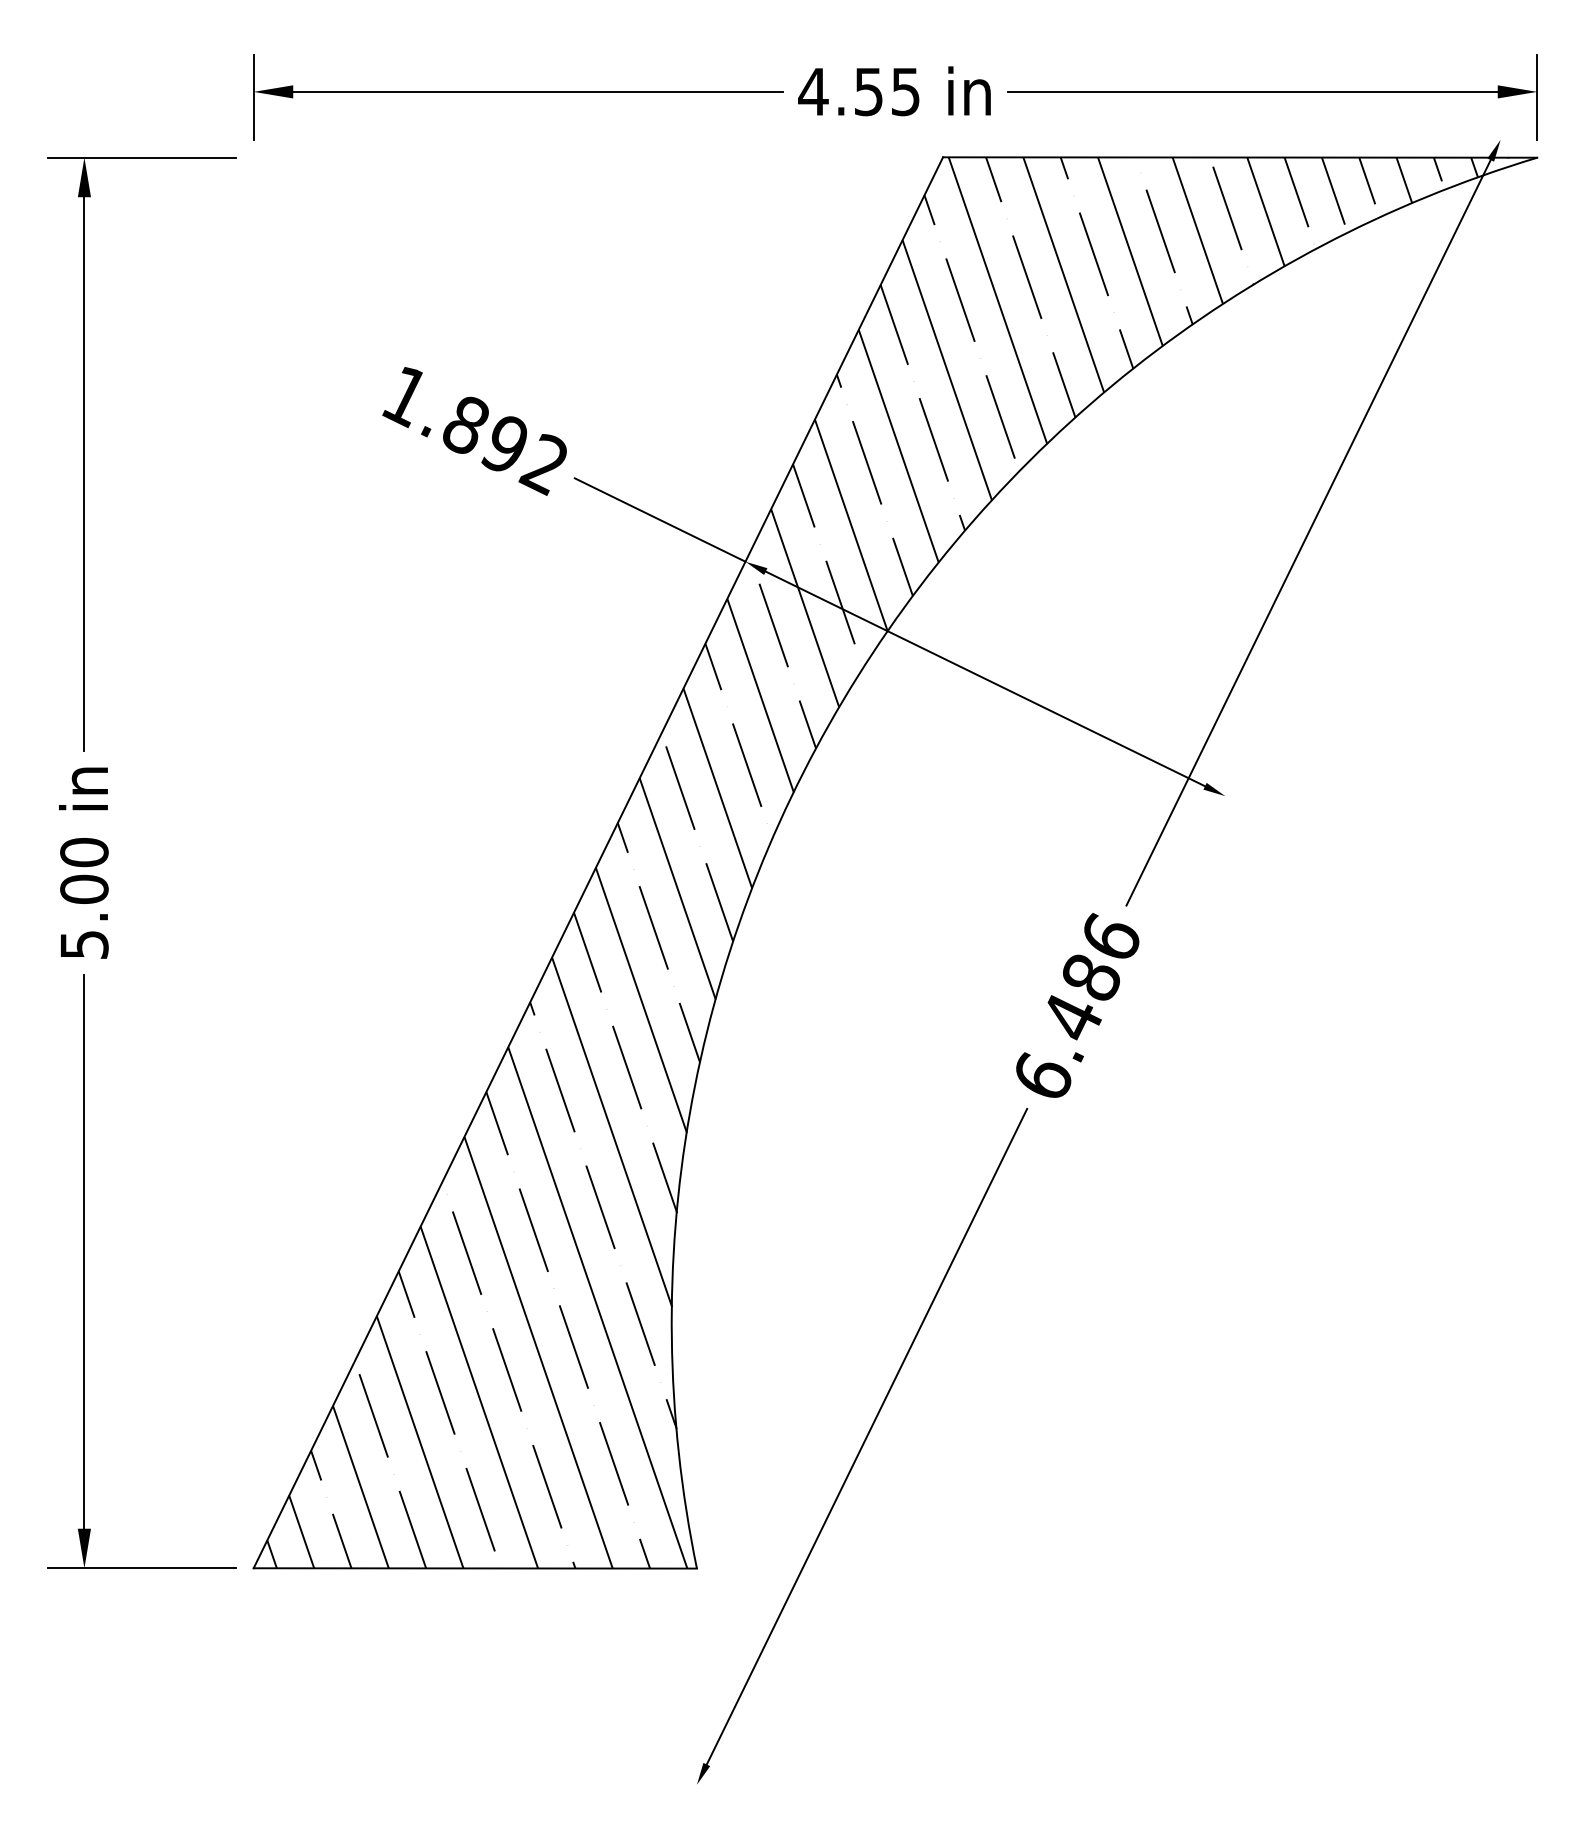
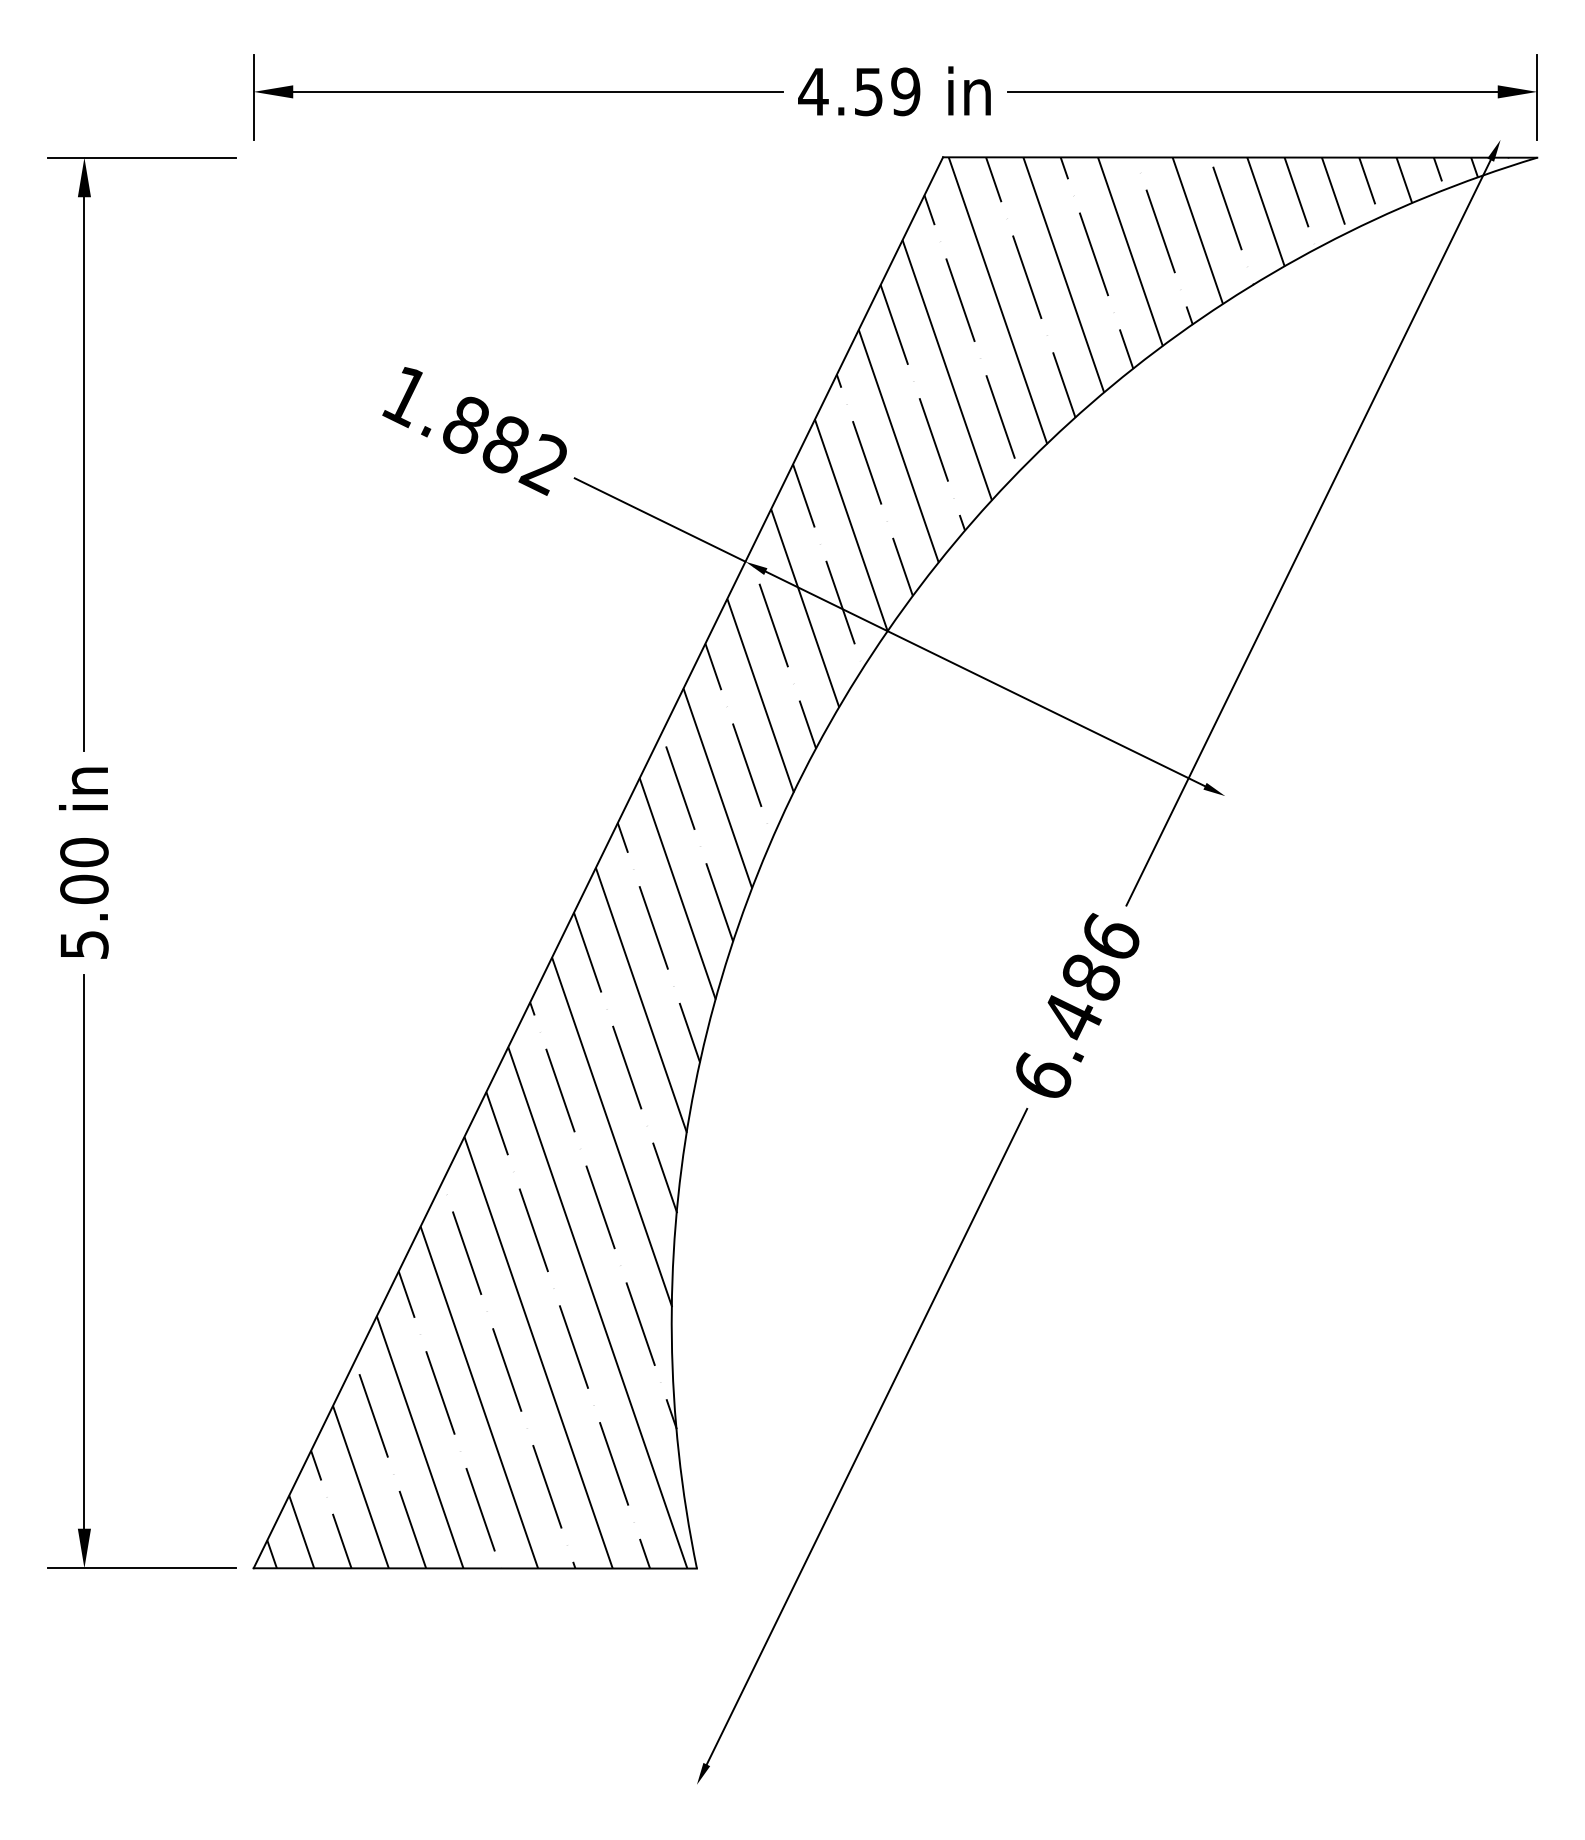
text at (905, 91): 4.55 -> 4.59
text at (504, 444): 1.892 -> 1.882
